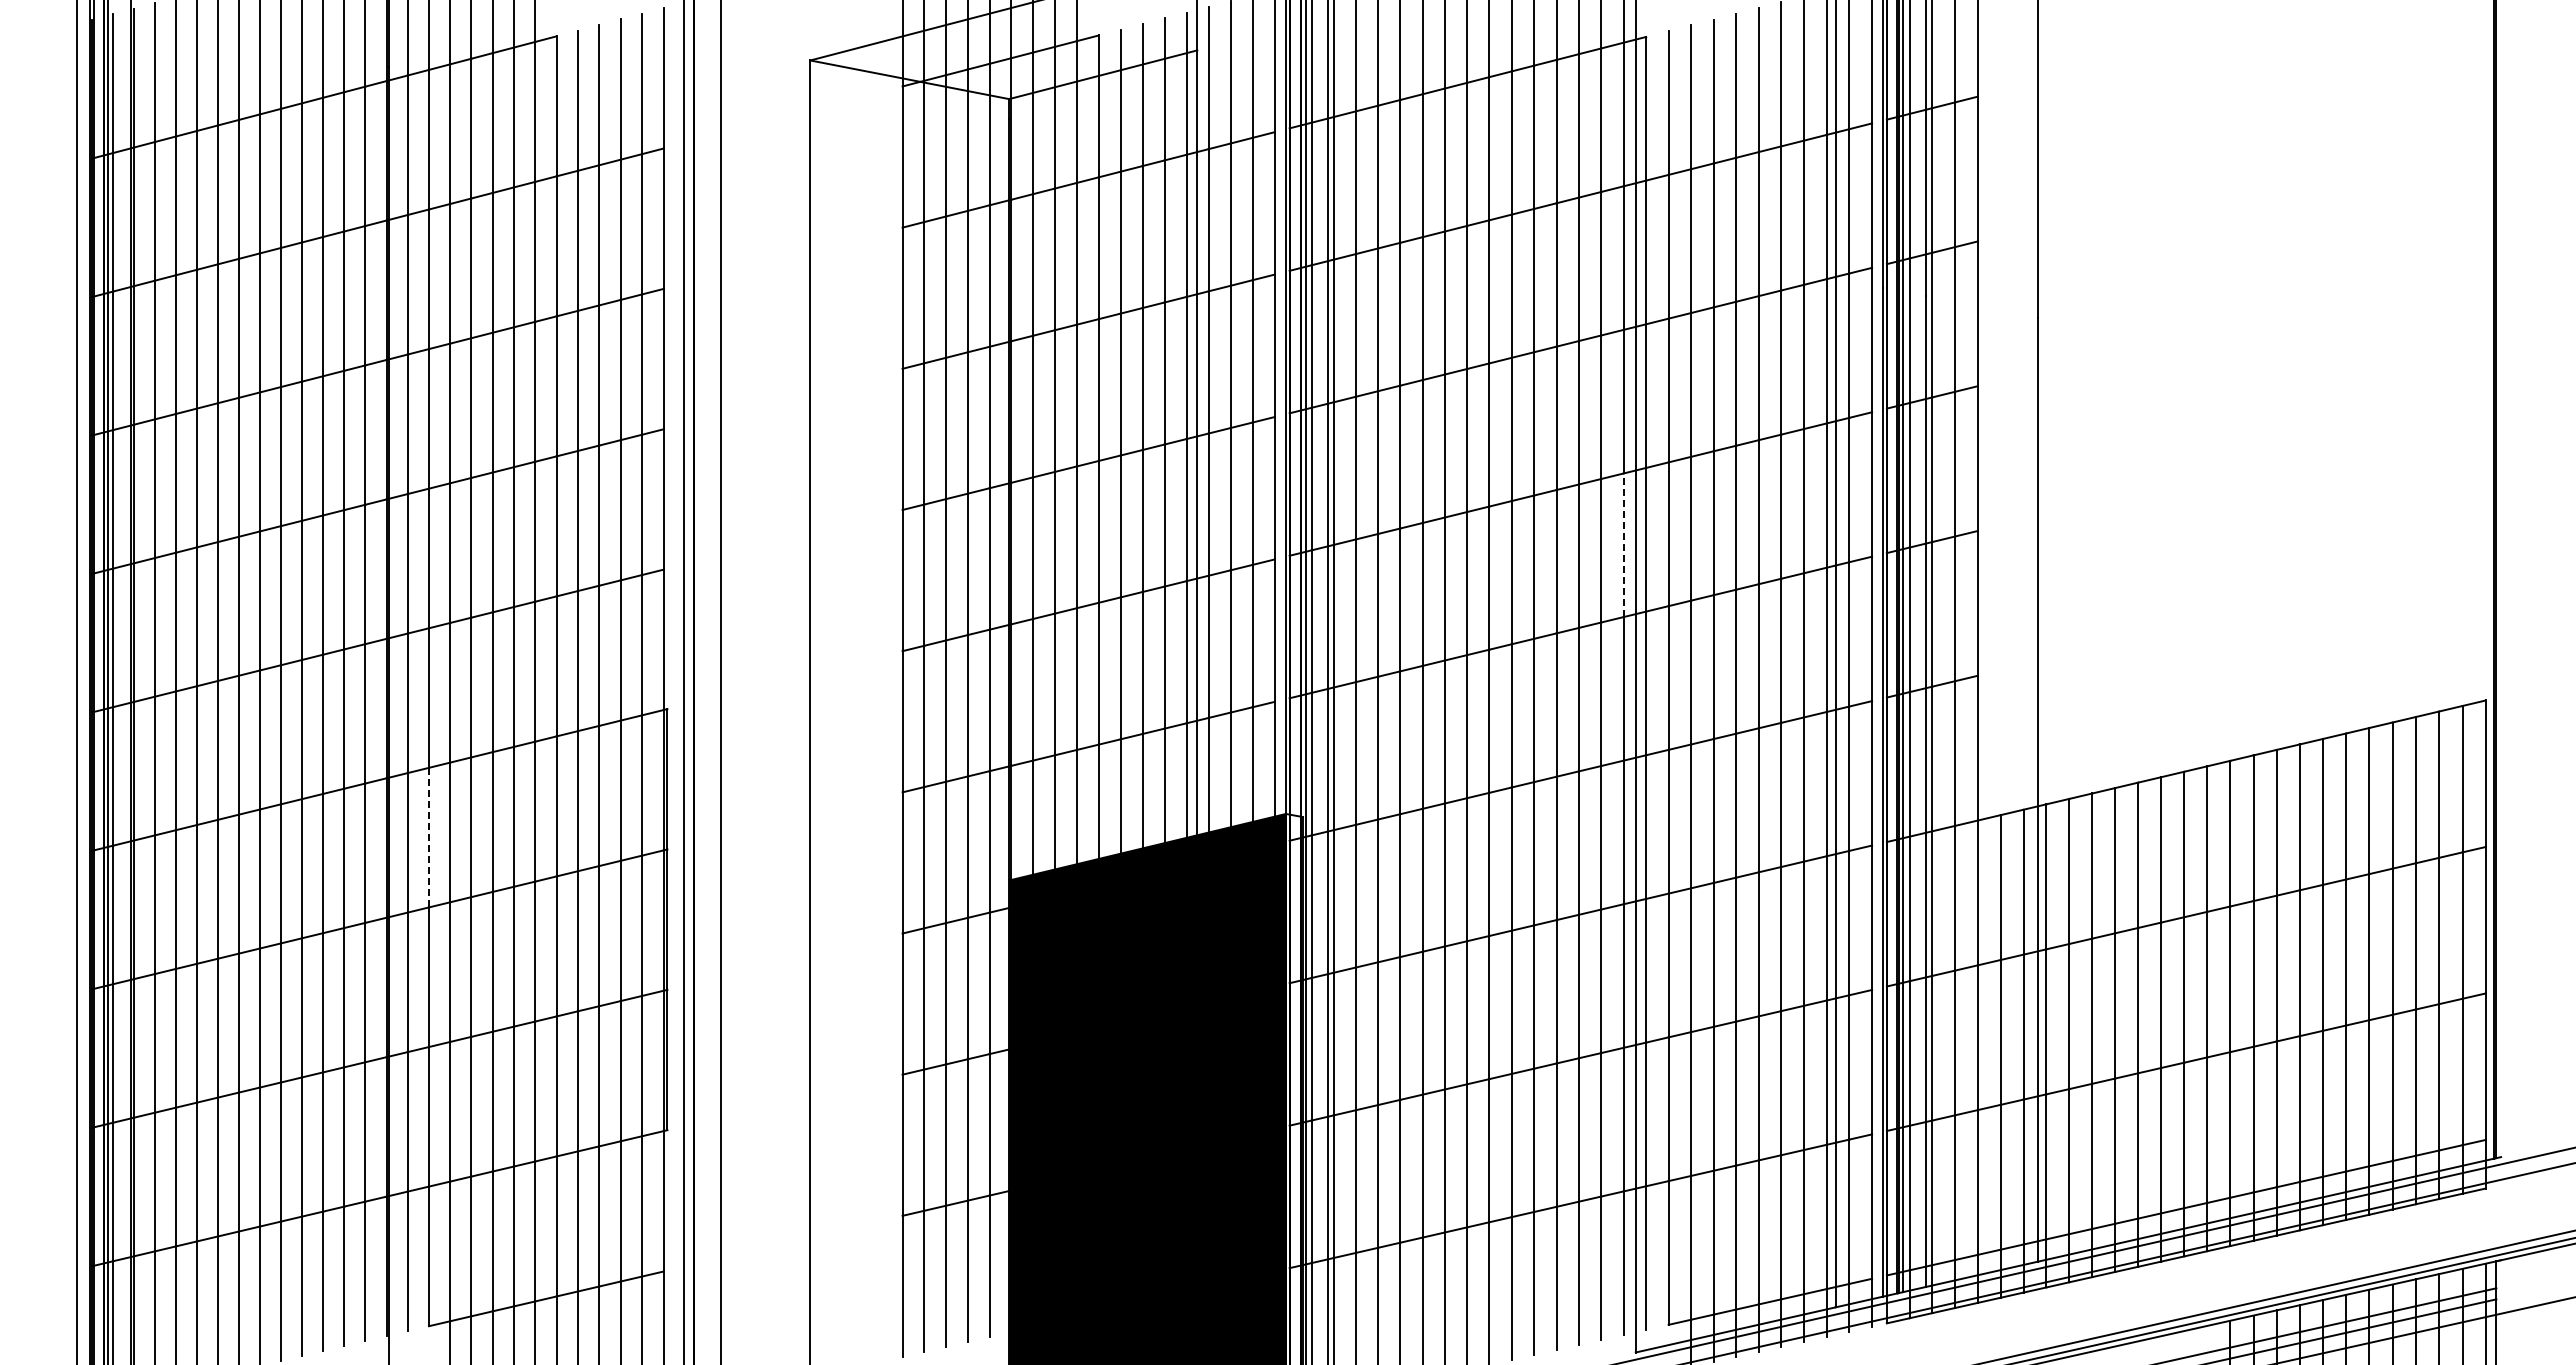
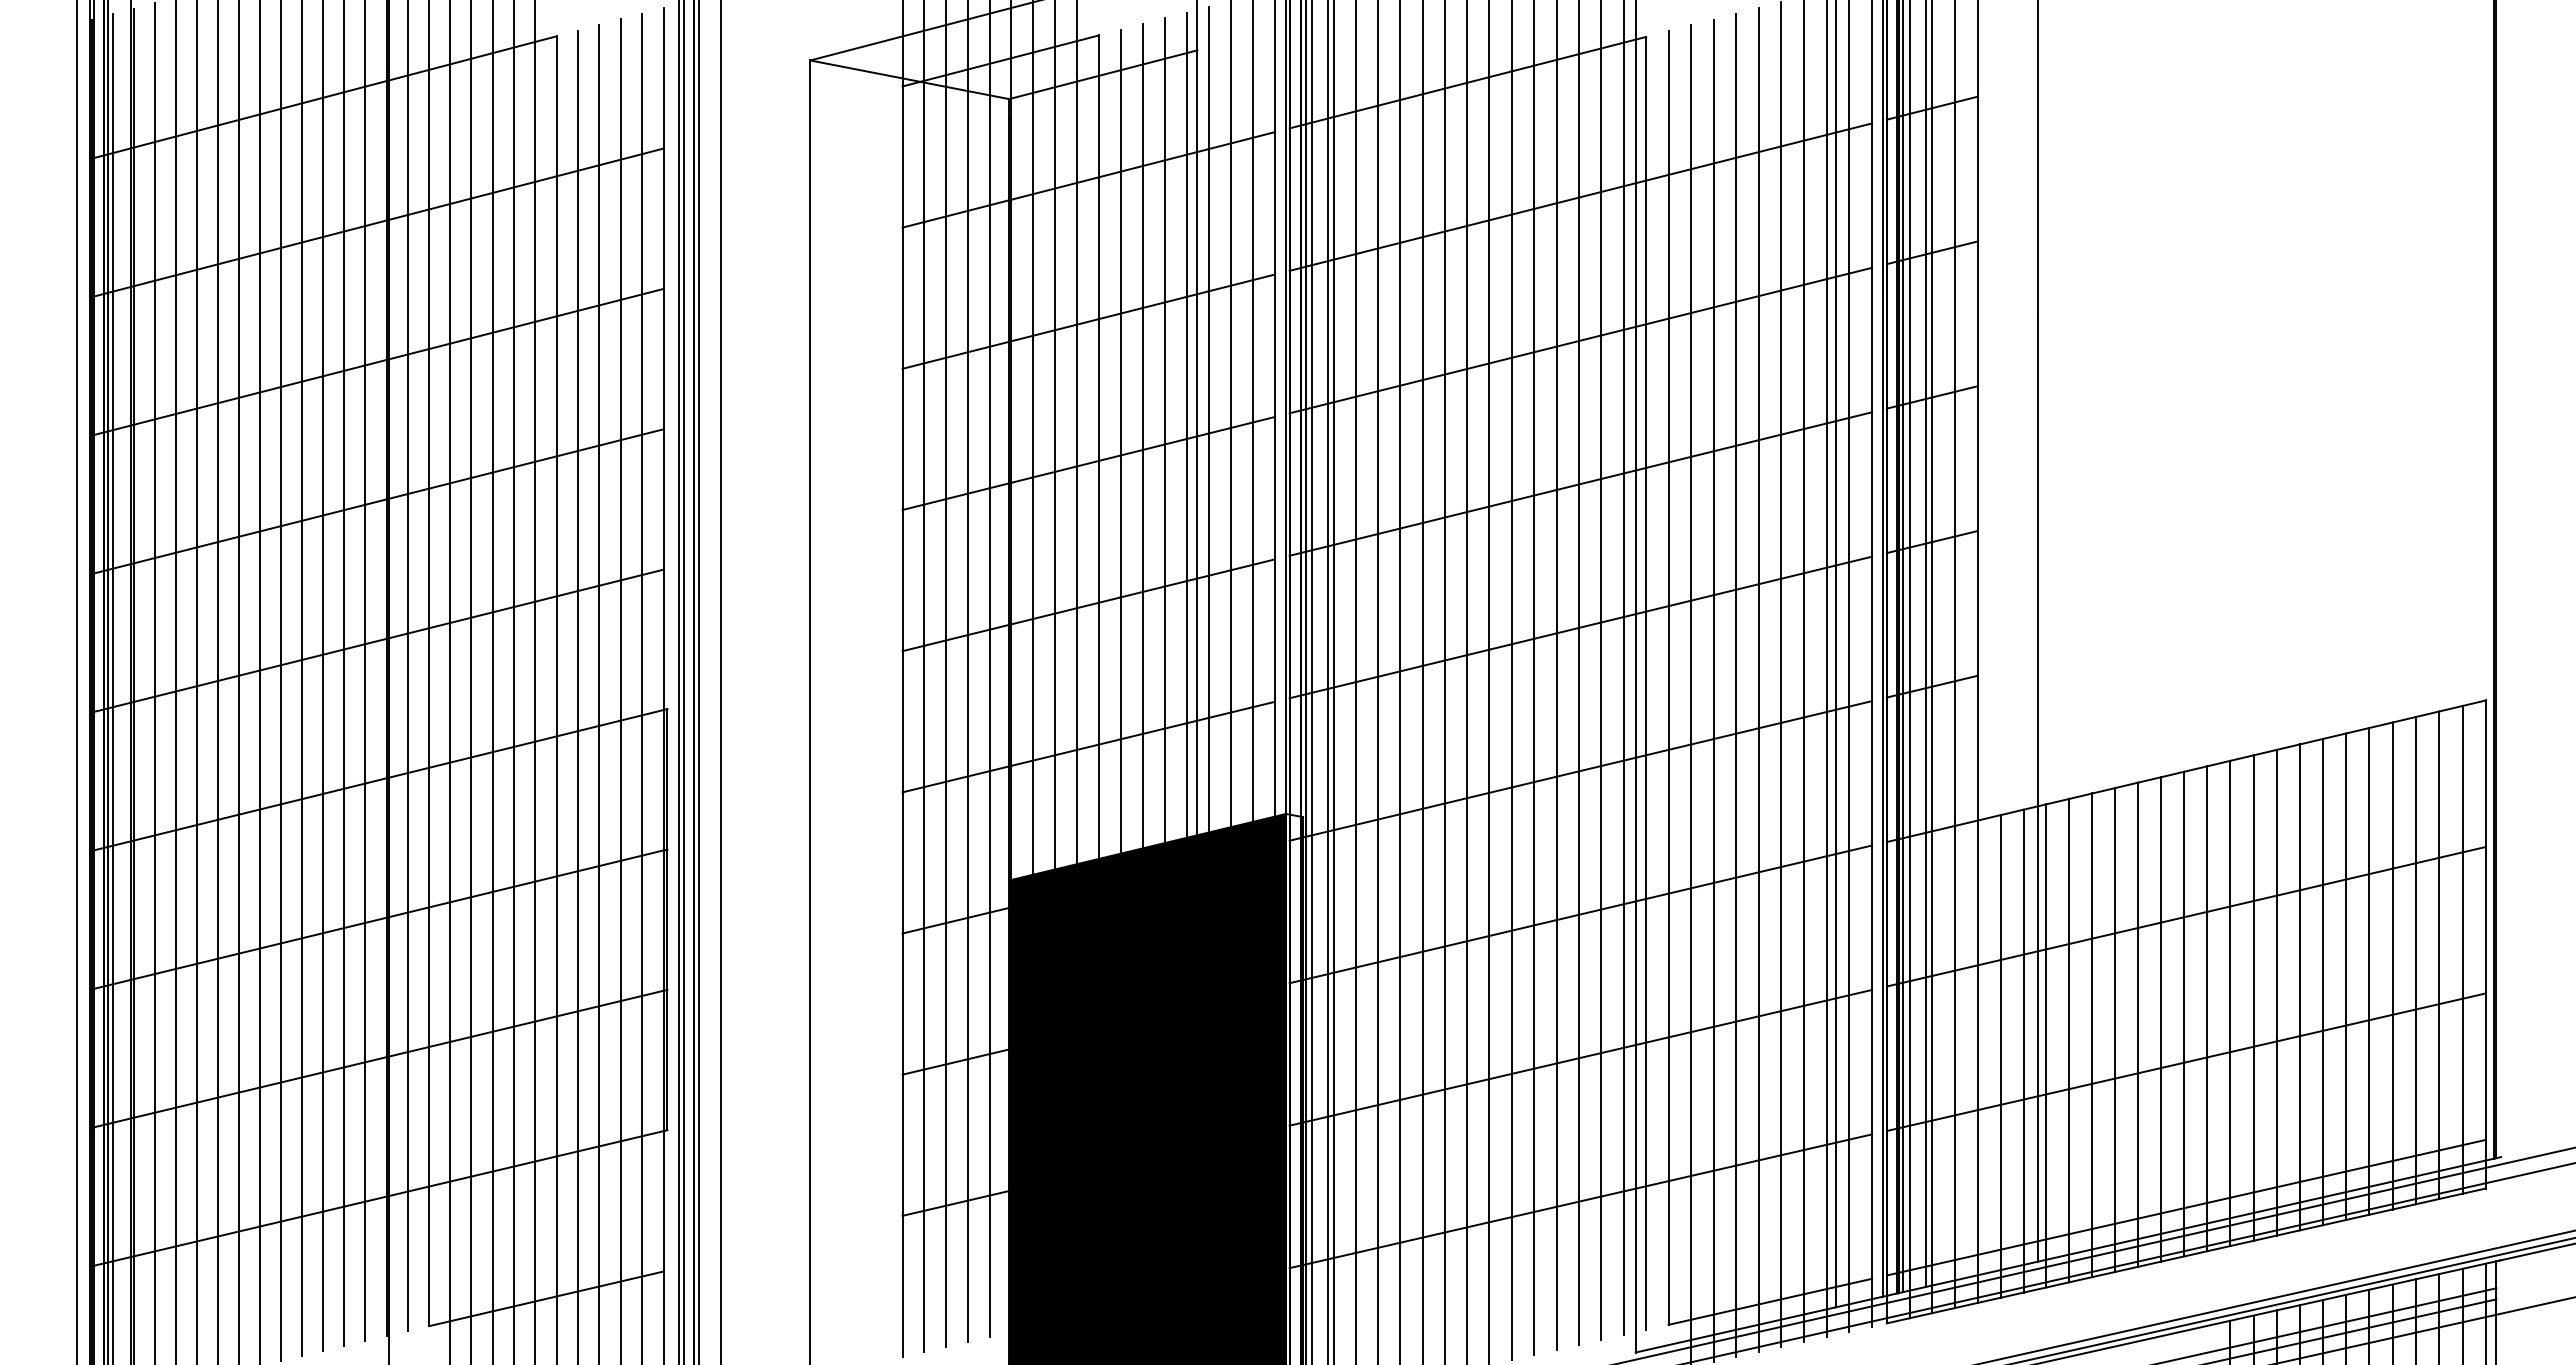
line at (1623, 545): dashed -> solid
line at (679, 681): none -> present
line at (698, 681): none -> present
line at (428, 837): dashed -> solid
